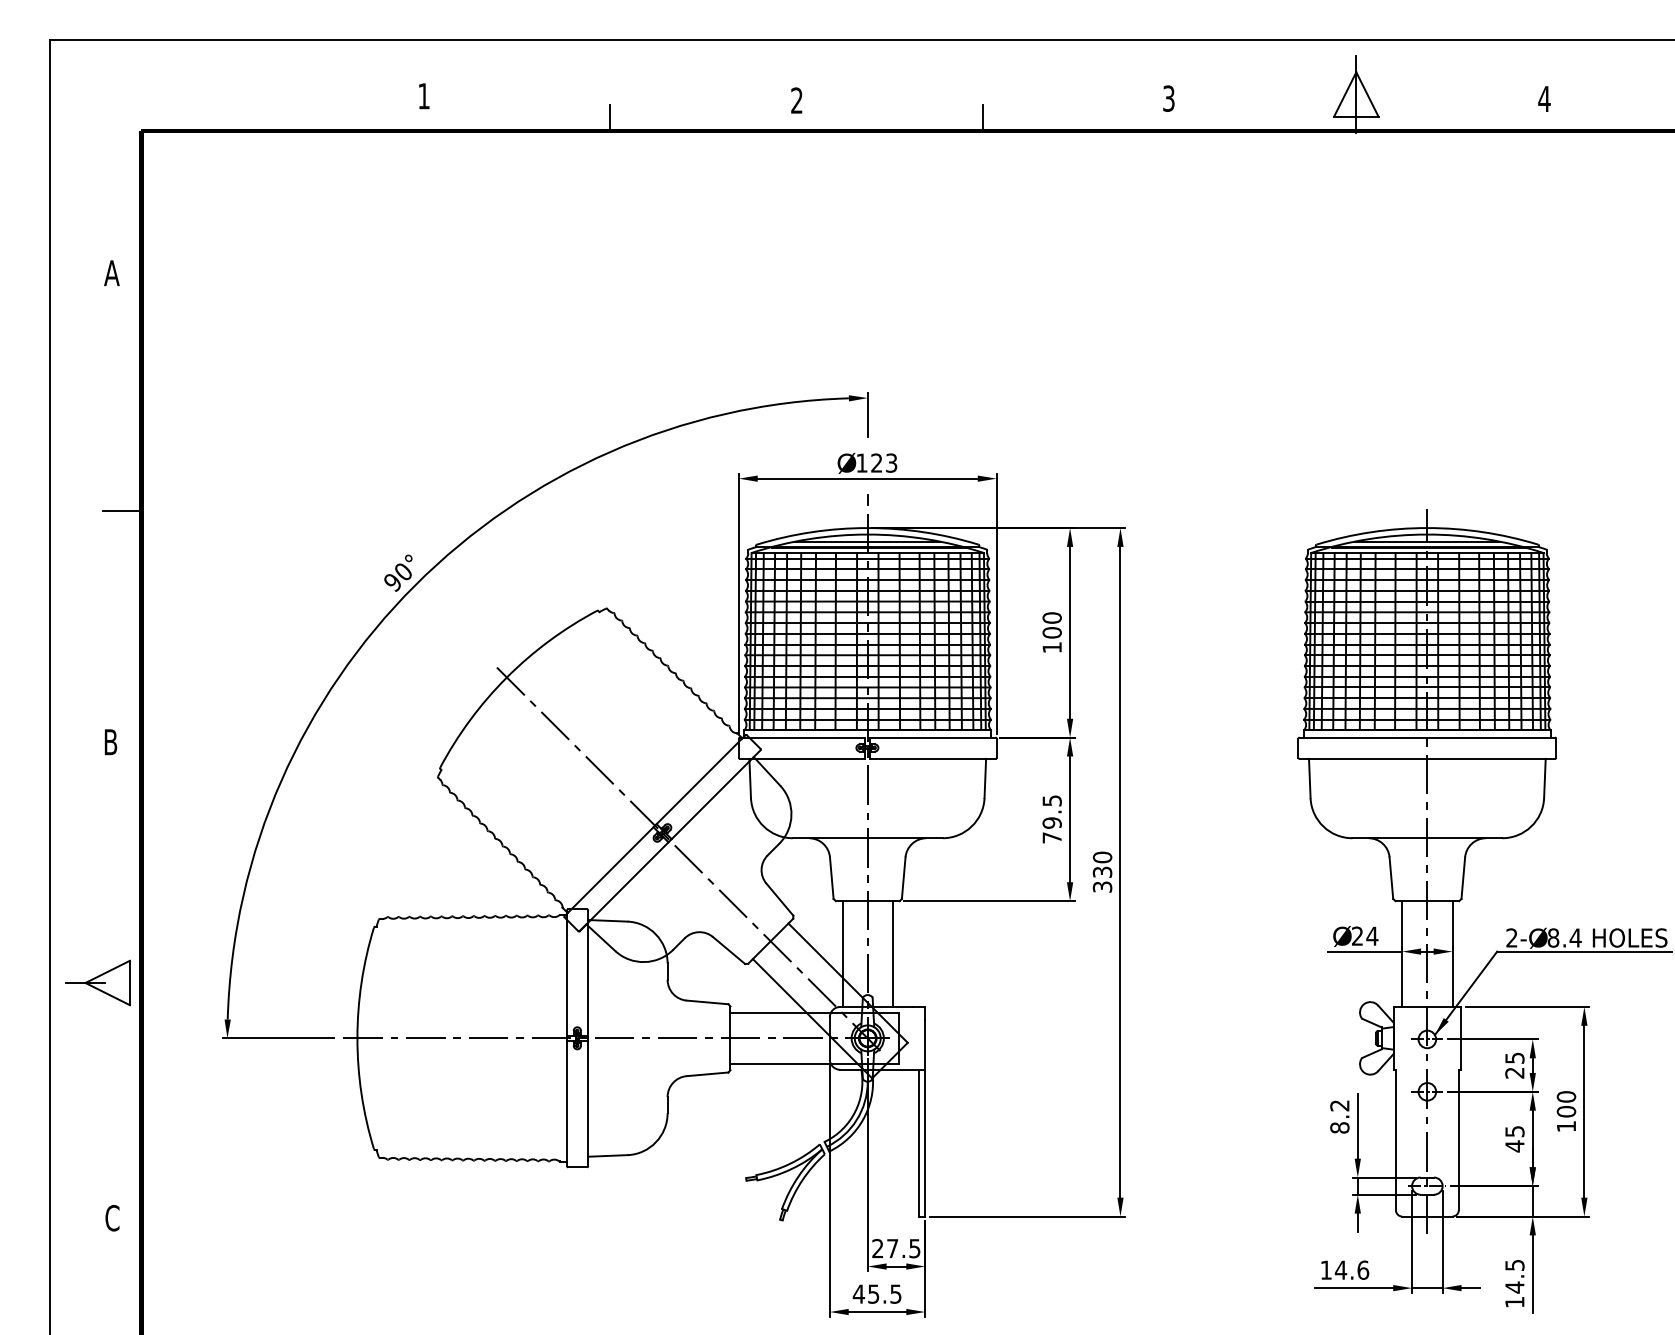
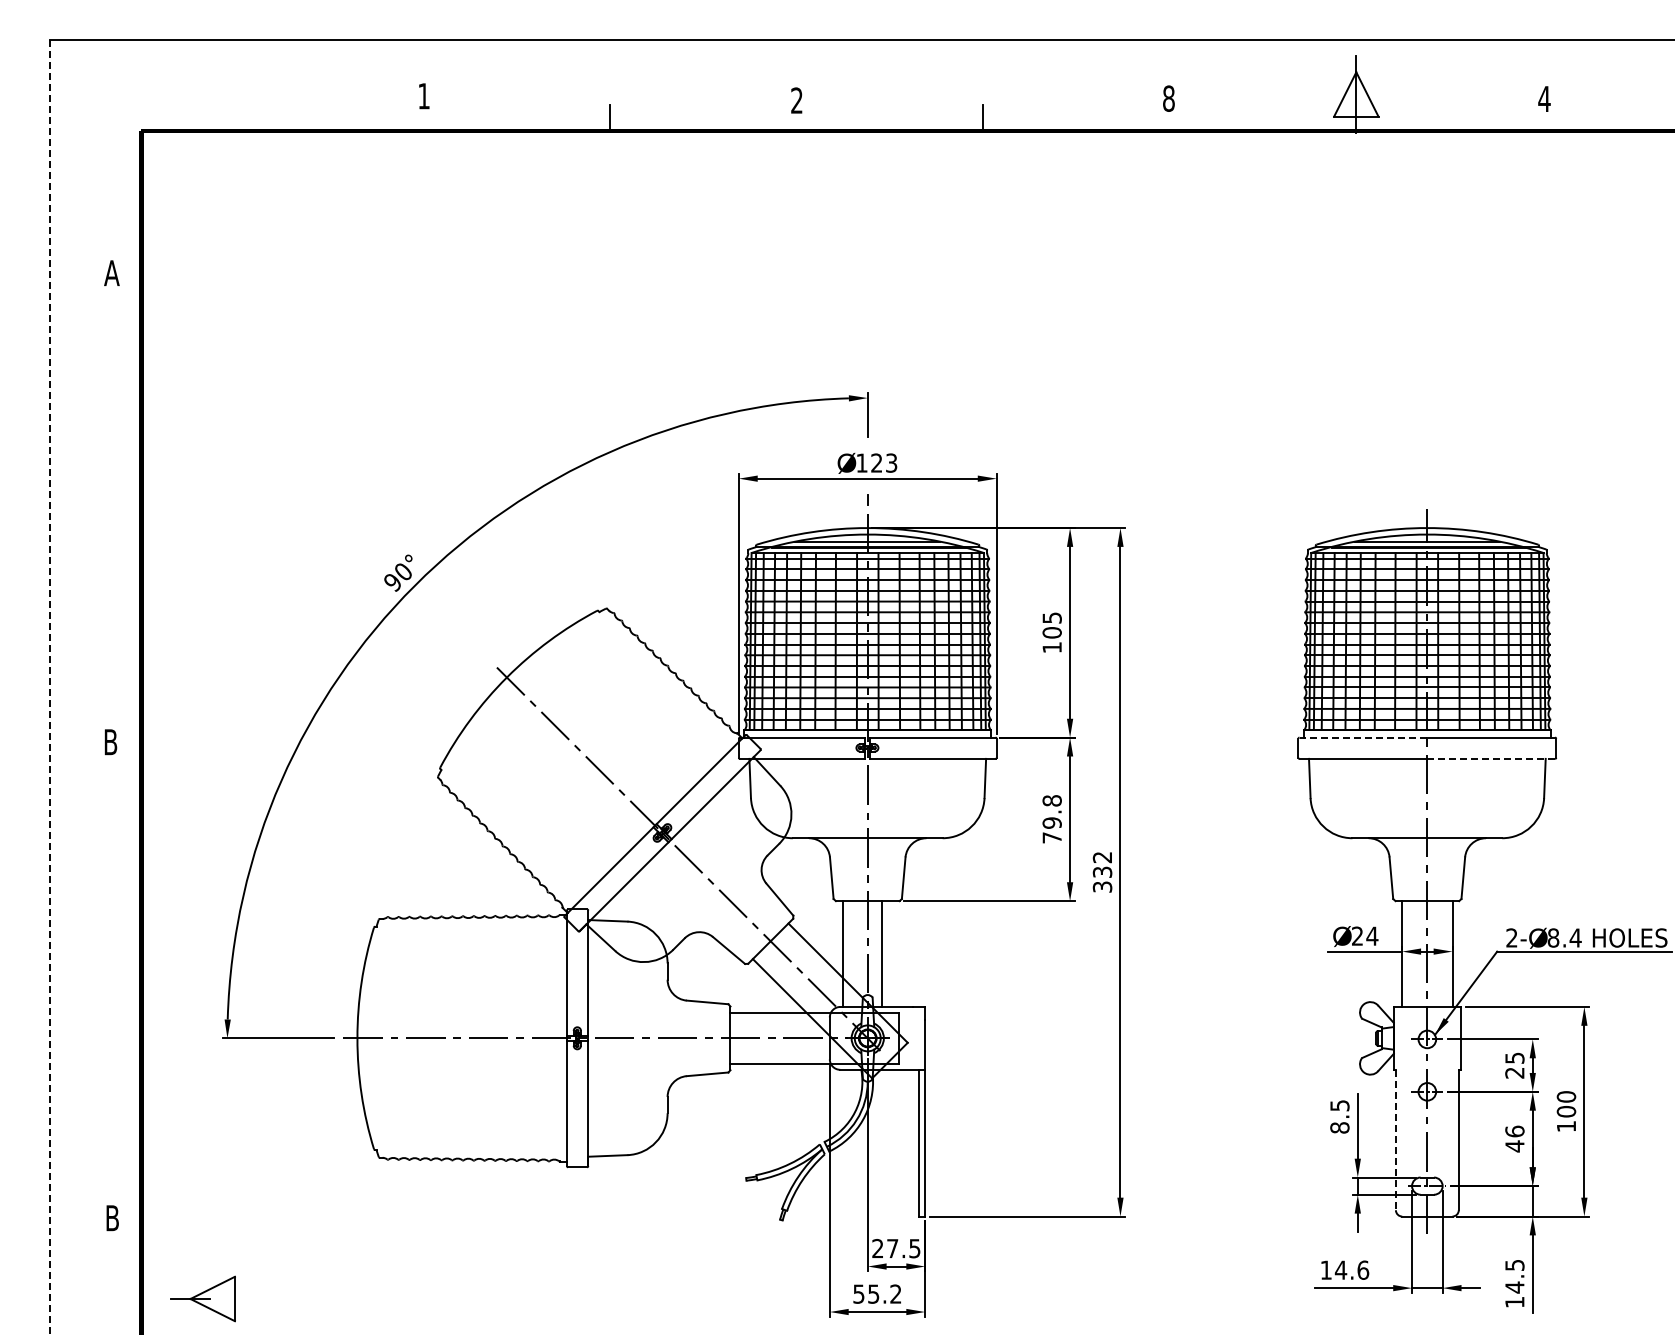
text at (1168, 98): 3 -> 8
line at (121, 511): present -> none
text at (1051, 617): 100 -> 105
line at (50, 687): solid -> dashed
line at (1363, 737): solid -> dashed
line at (1491, 758): solid -> dashed
text at (1051, 800): 79.5 -> 79.8
text at (1102, 857): 330 -> 332
line at (892, 953) position: (892, 953) -> (881, 953)
part at (97, 982) position: (97, 982) -> (202, 1298)
text at (1339, 1105): 8.2 -> 8.5
text at (1514, 1131): 45 -> 46
line at (1395, 1140): solid -> dashed
text at (112, 1218): C -> B
text at (876, 1293): 45.5 -> 55.2
